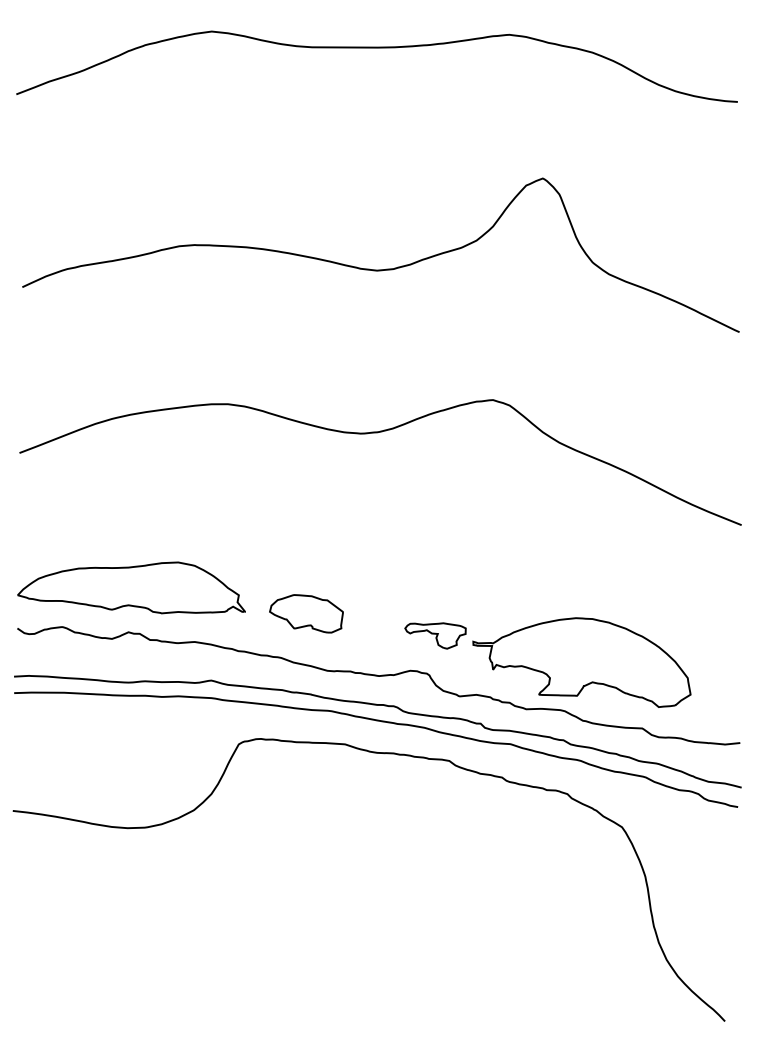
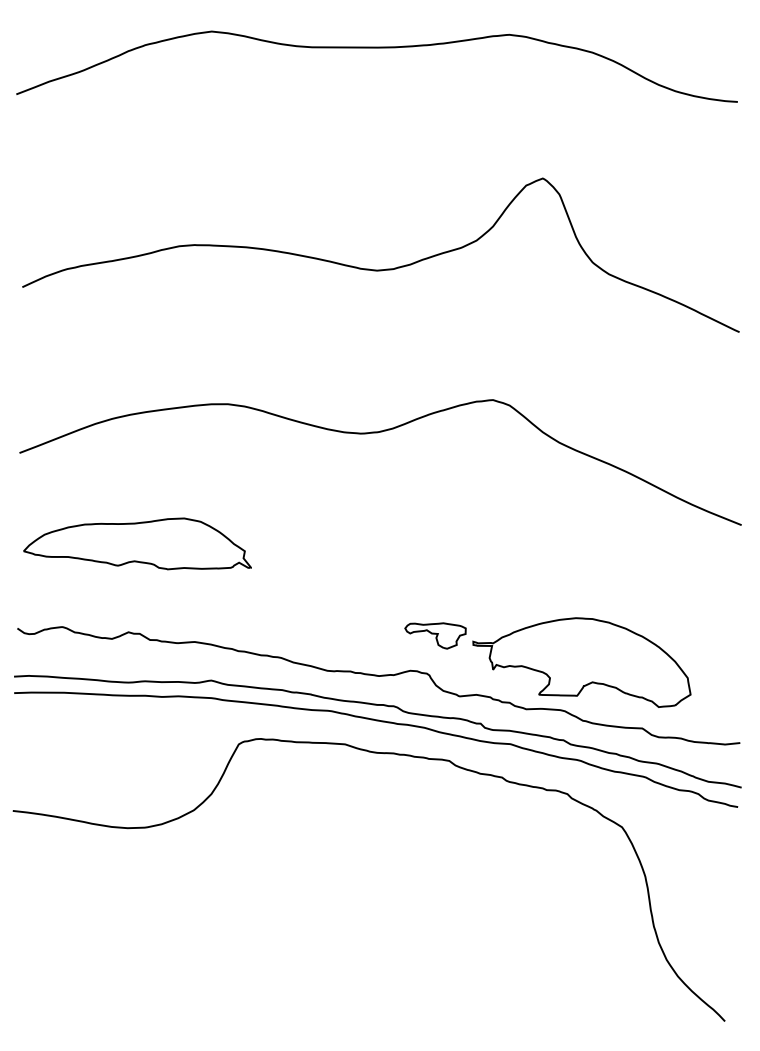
part at (131, 587) position: (131, 587) -> (137, 543)
part at (306, 613): present -> none
